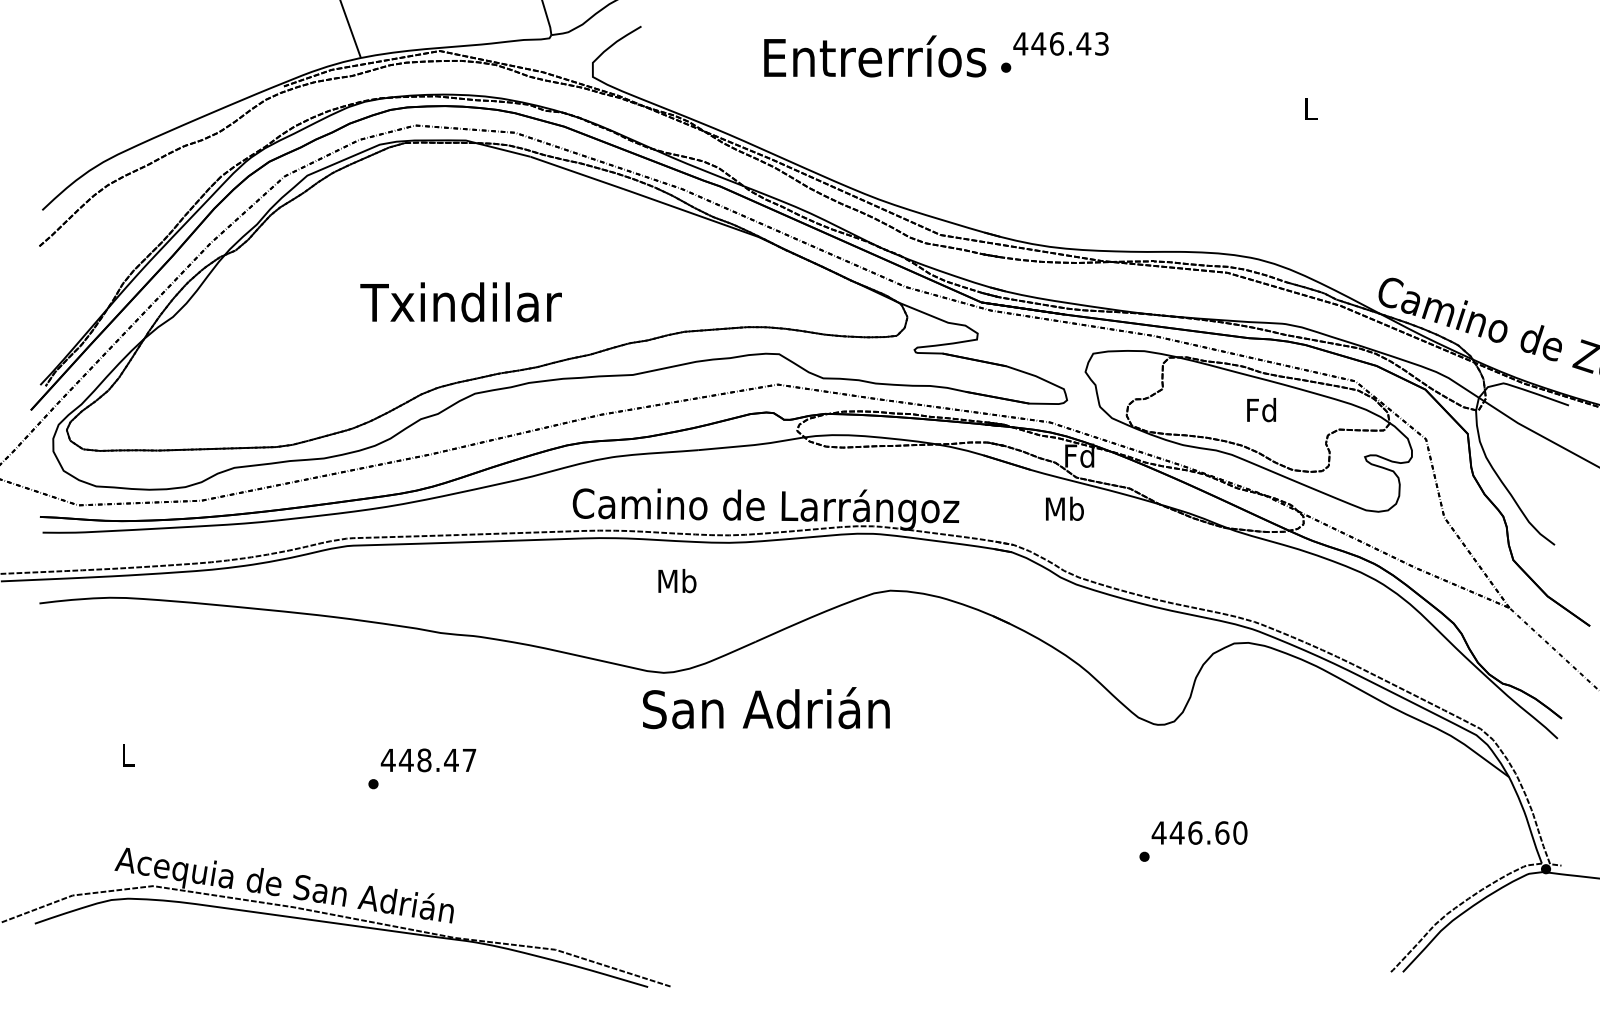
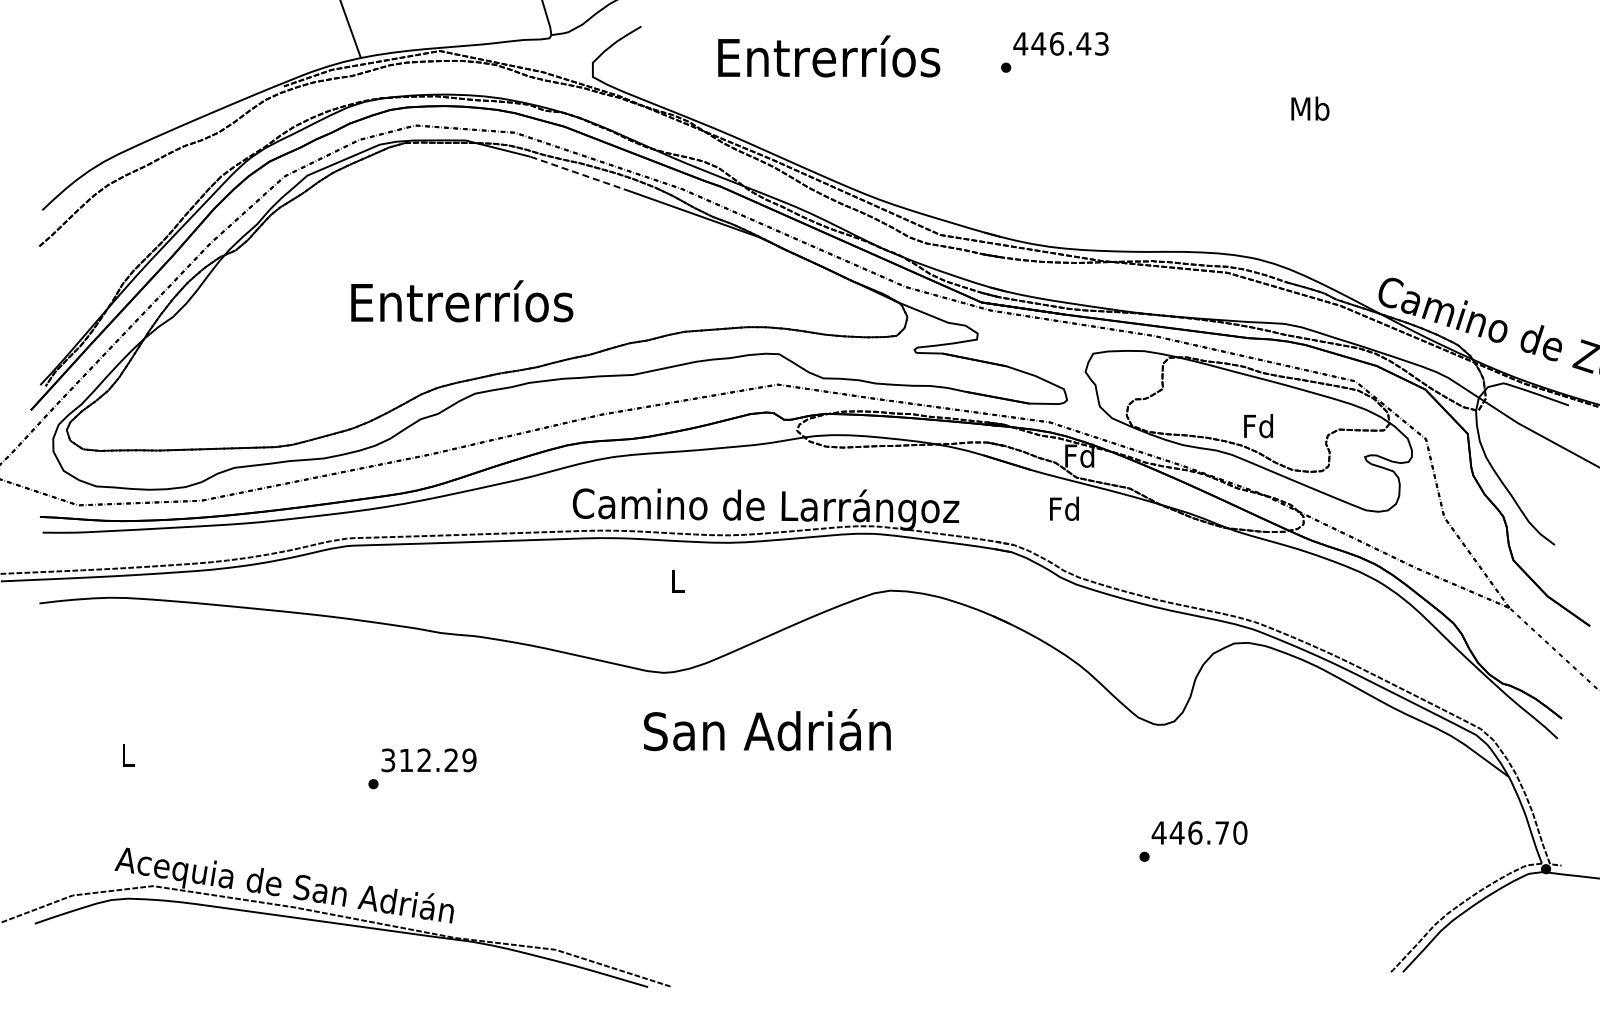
text at (875, 56) position: (875, 56) -> (829, 56)
text at (1310, 108): L -> Mb
line at (577, 173): solid -> dashed
text at (462, 301): Txindilar -> Entrerríos
text at (1261, 410) position: (1261, 410) -> (1258, 426)
text at (1064, 508): Mb -> Fd
text at (677, 581): Mb -> L
text at (766, 708) position: (766, 708) -> (767, 730)
text at (428, 760): 448.47 -> 312.29
text at (1222, 832): 446.60 -> 446.70
